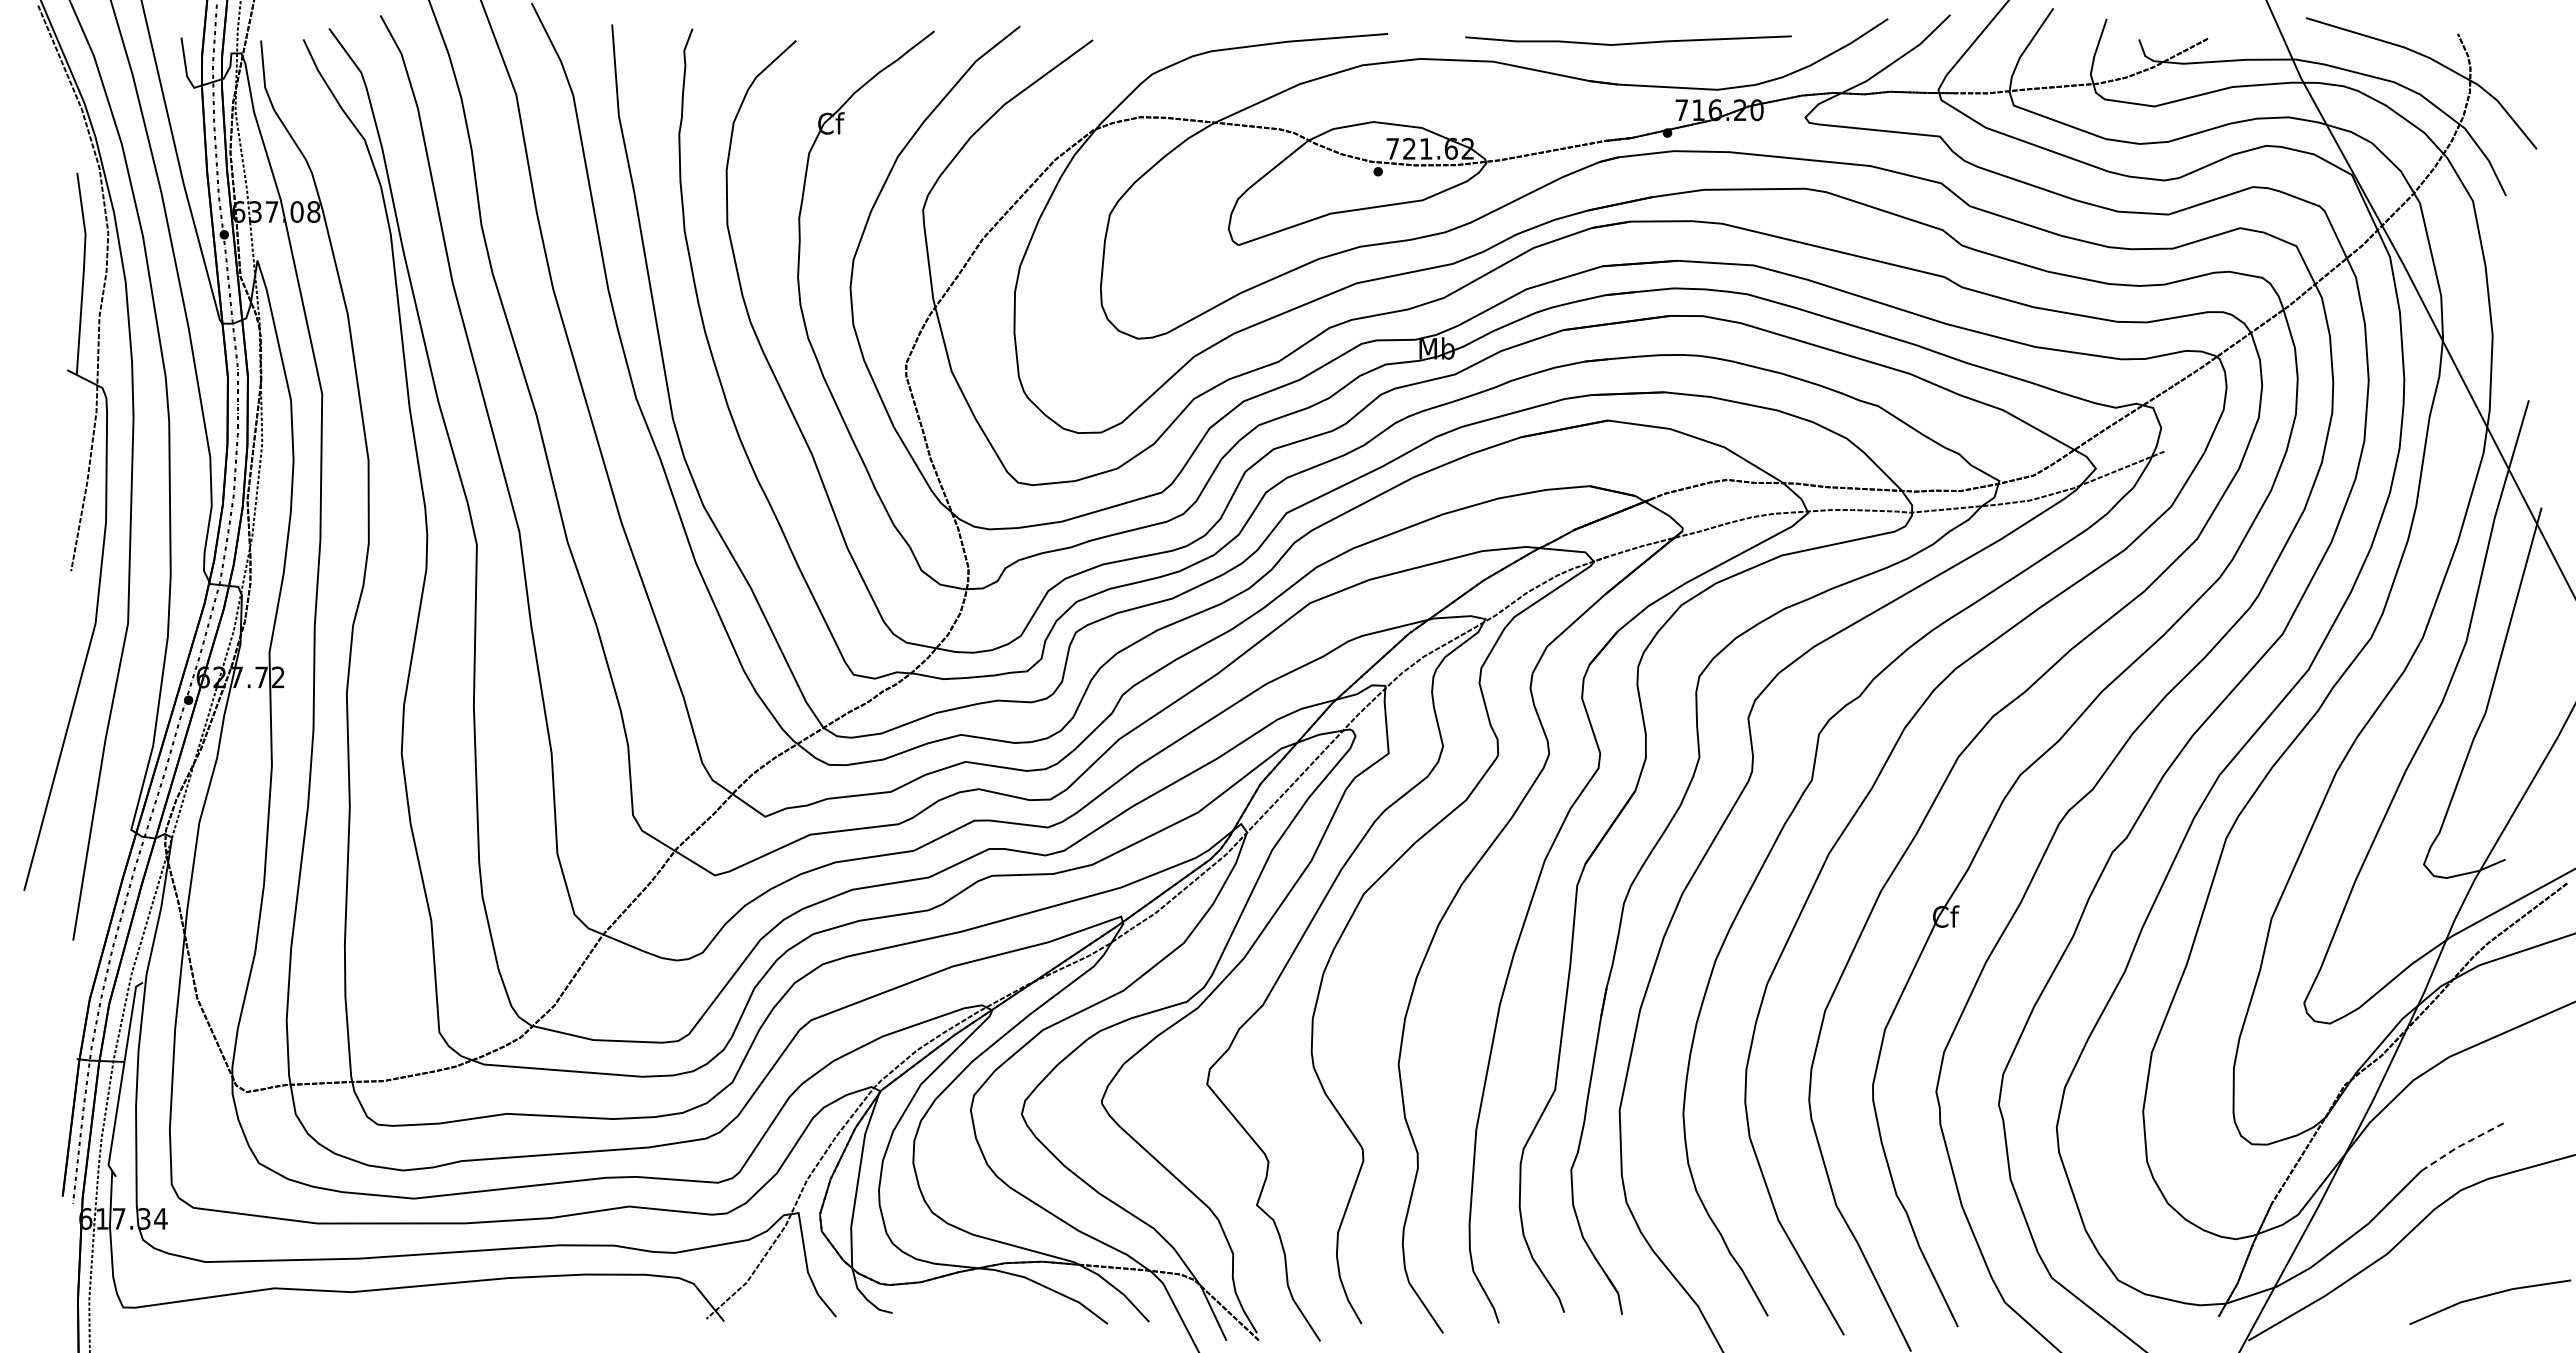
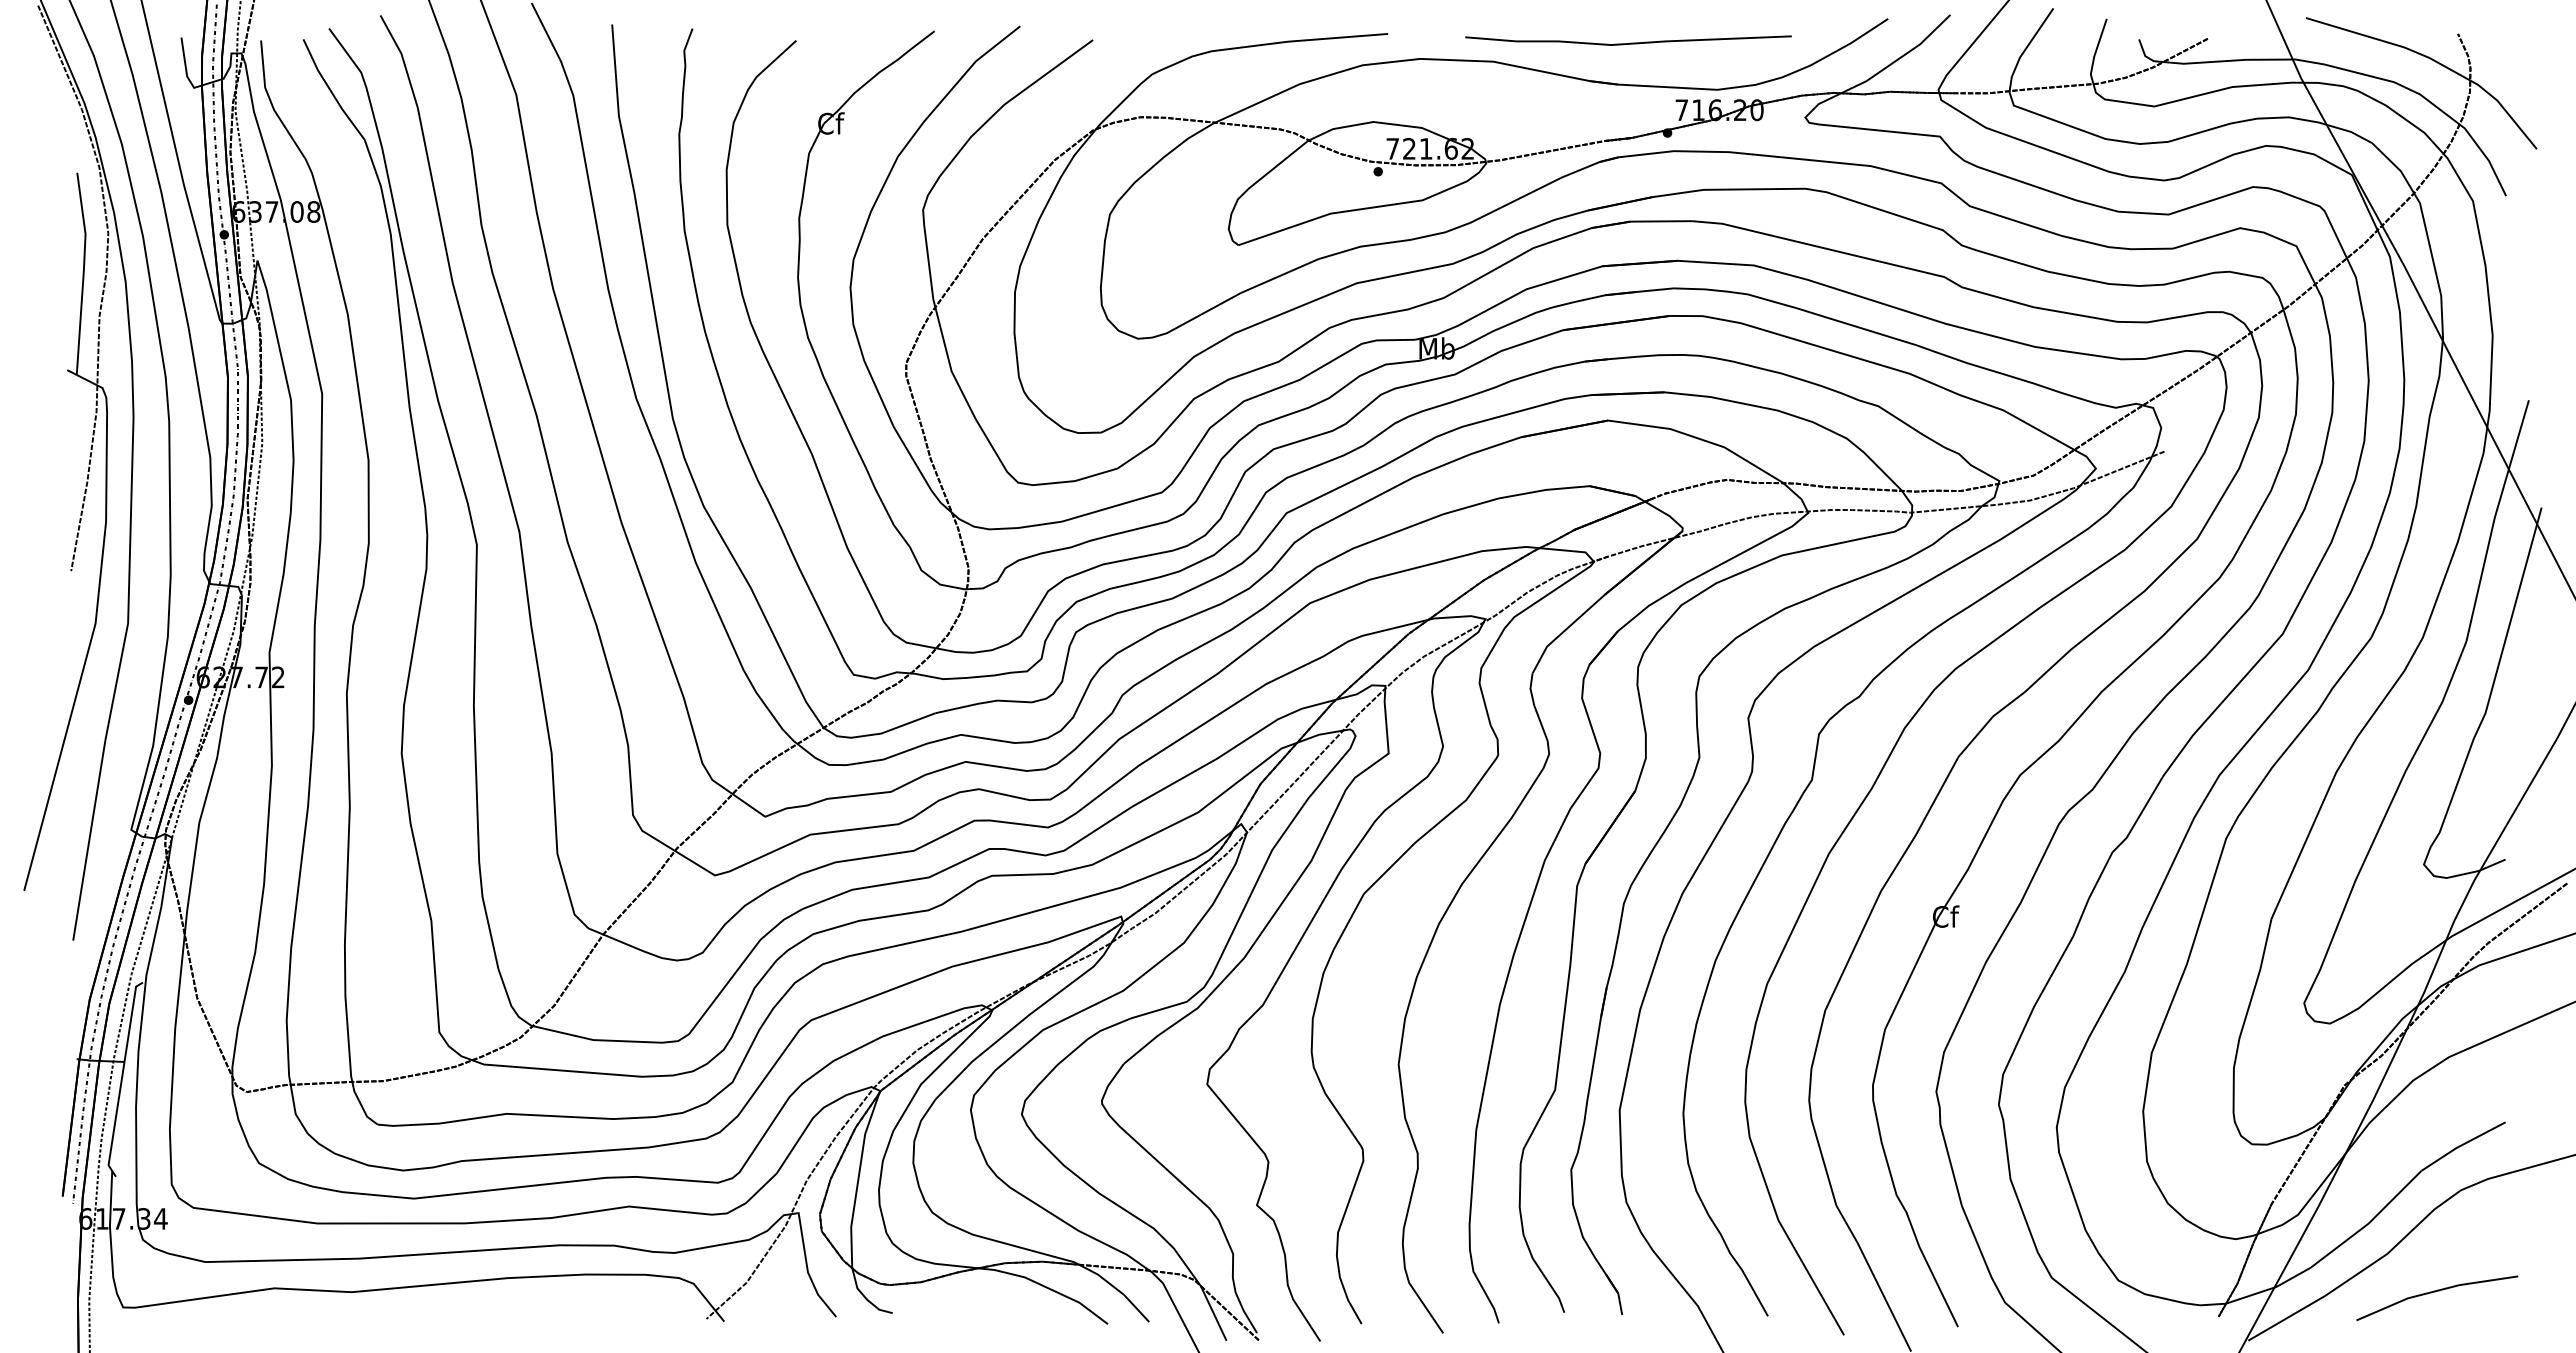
line at (2462, 1144): dashed -> solid
line at (2488, 1296) position: (2488, 1296) -> (2435, 1292)
